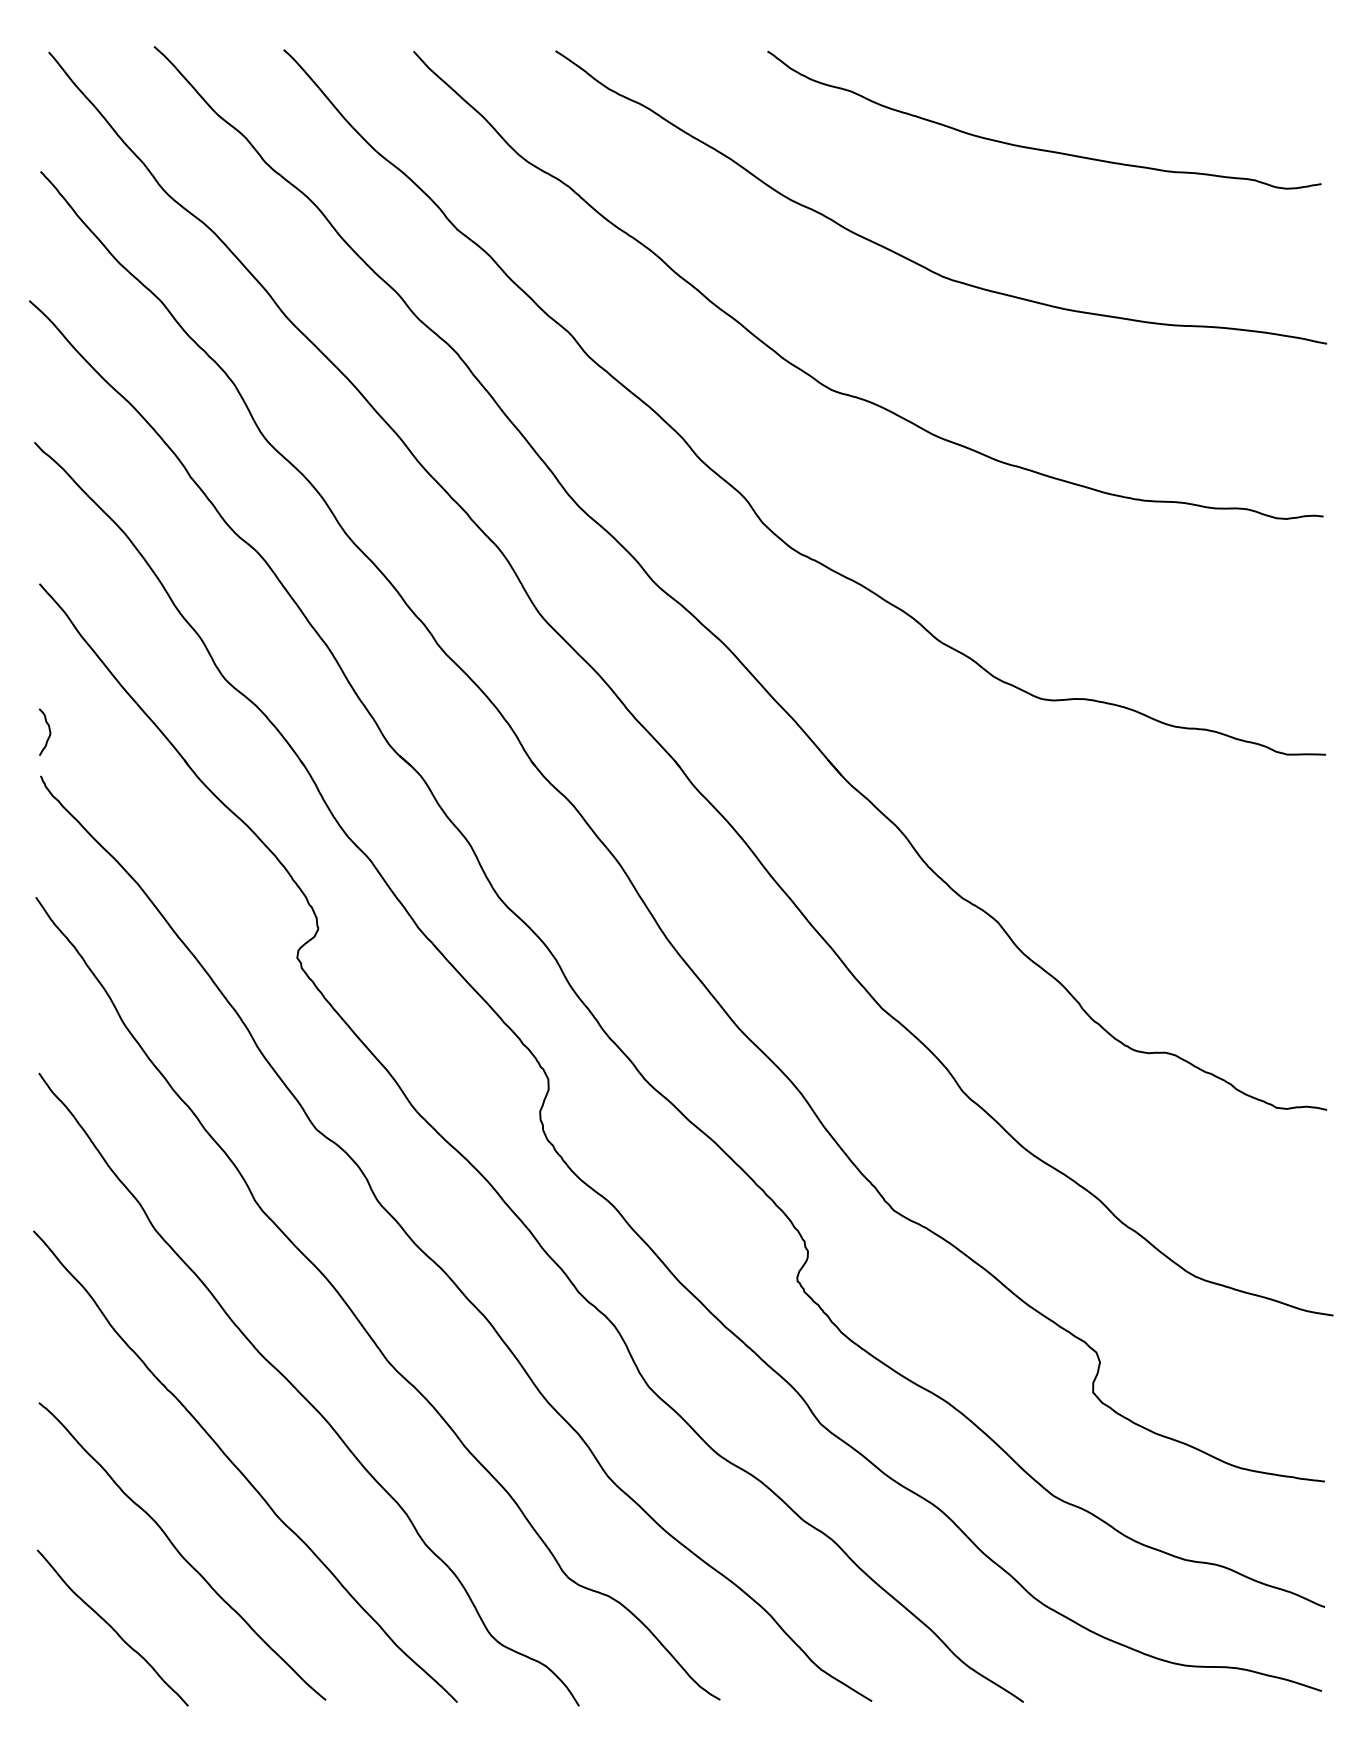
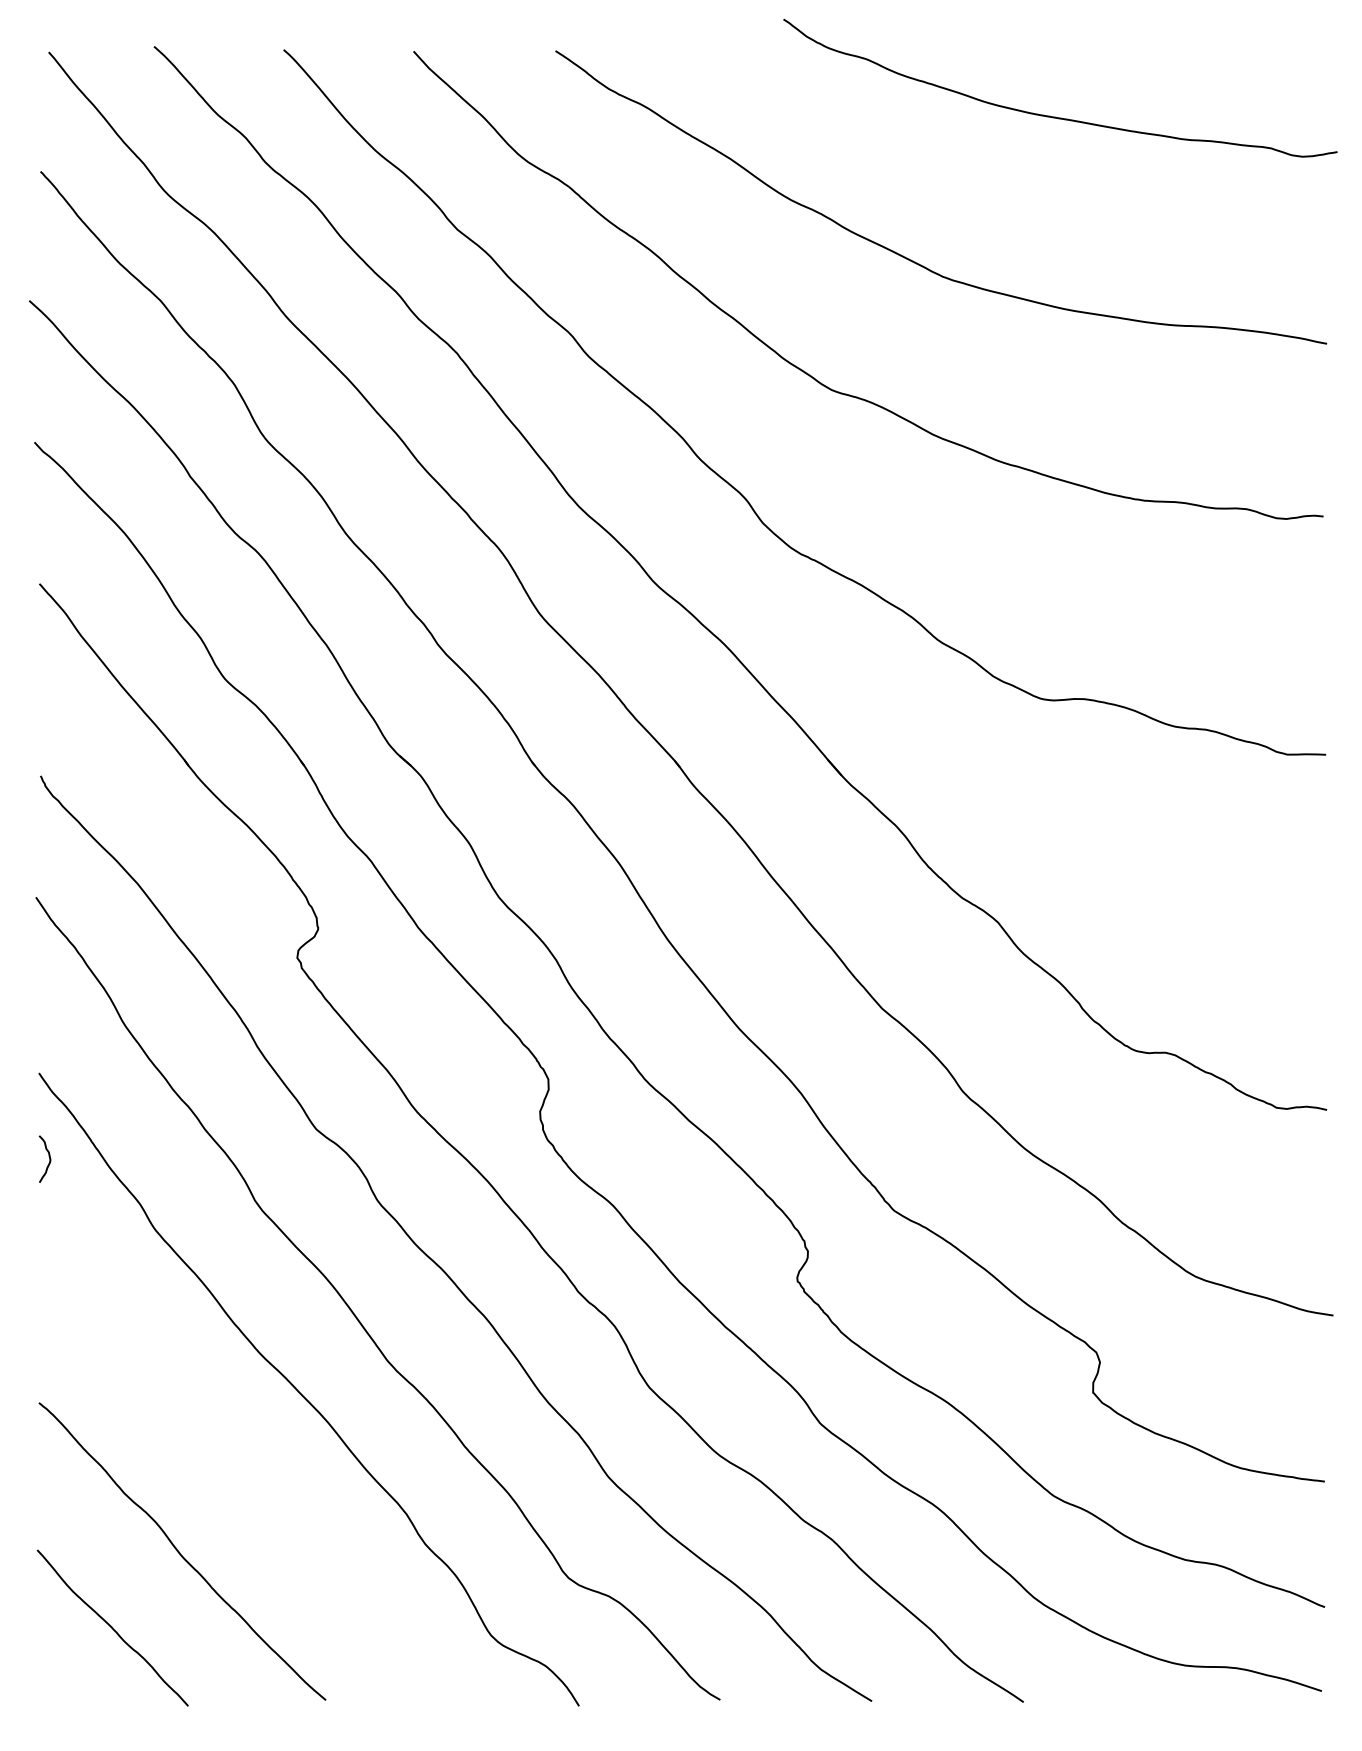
curve at (1039, 148) position: (1039, 148) -> (1055, 116)
curve at (48, 729) position: (48, 729) -> (48, 1156)
curve at (240, 1470): present -> none
